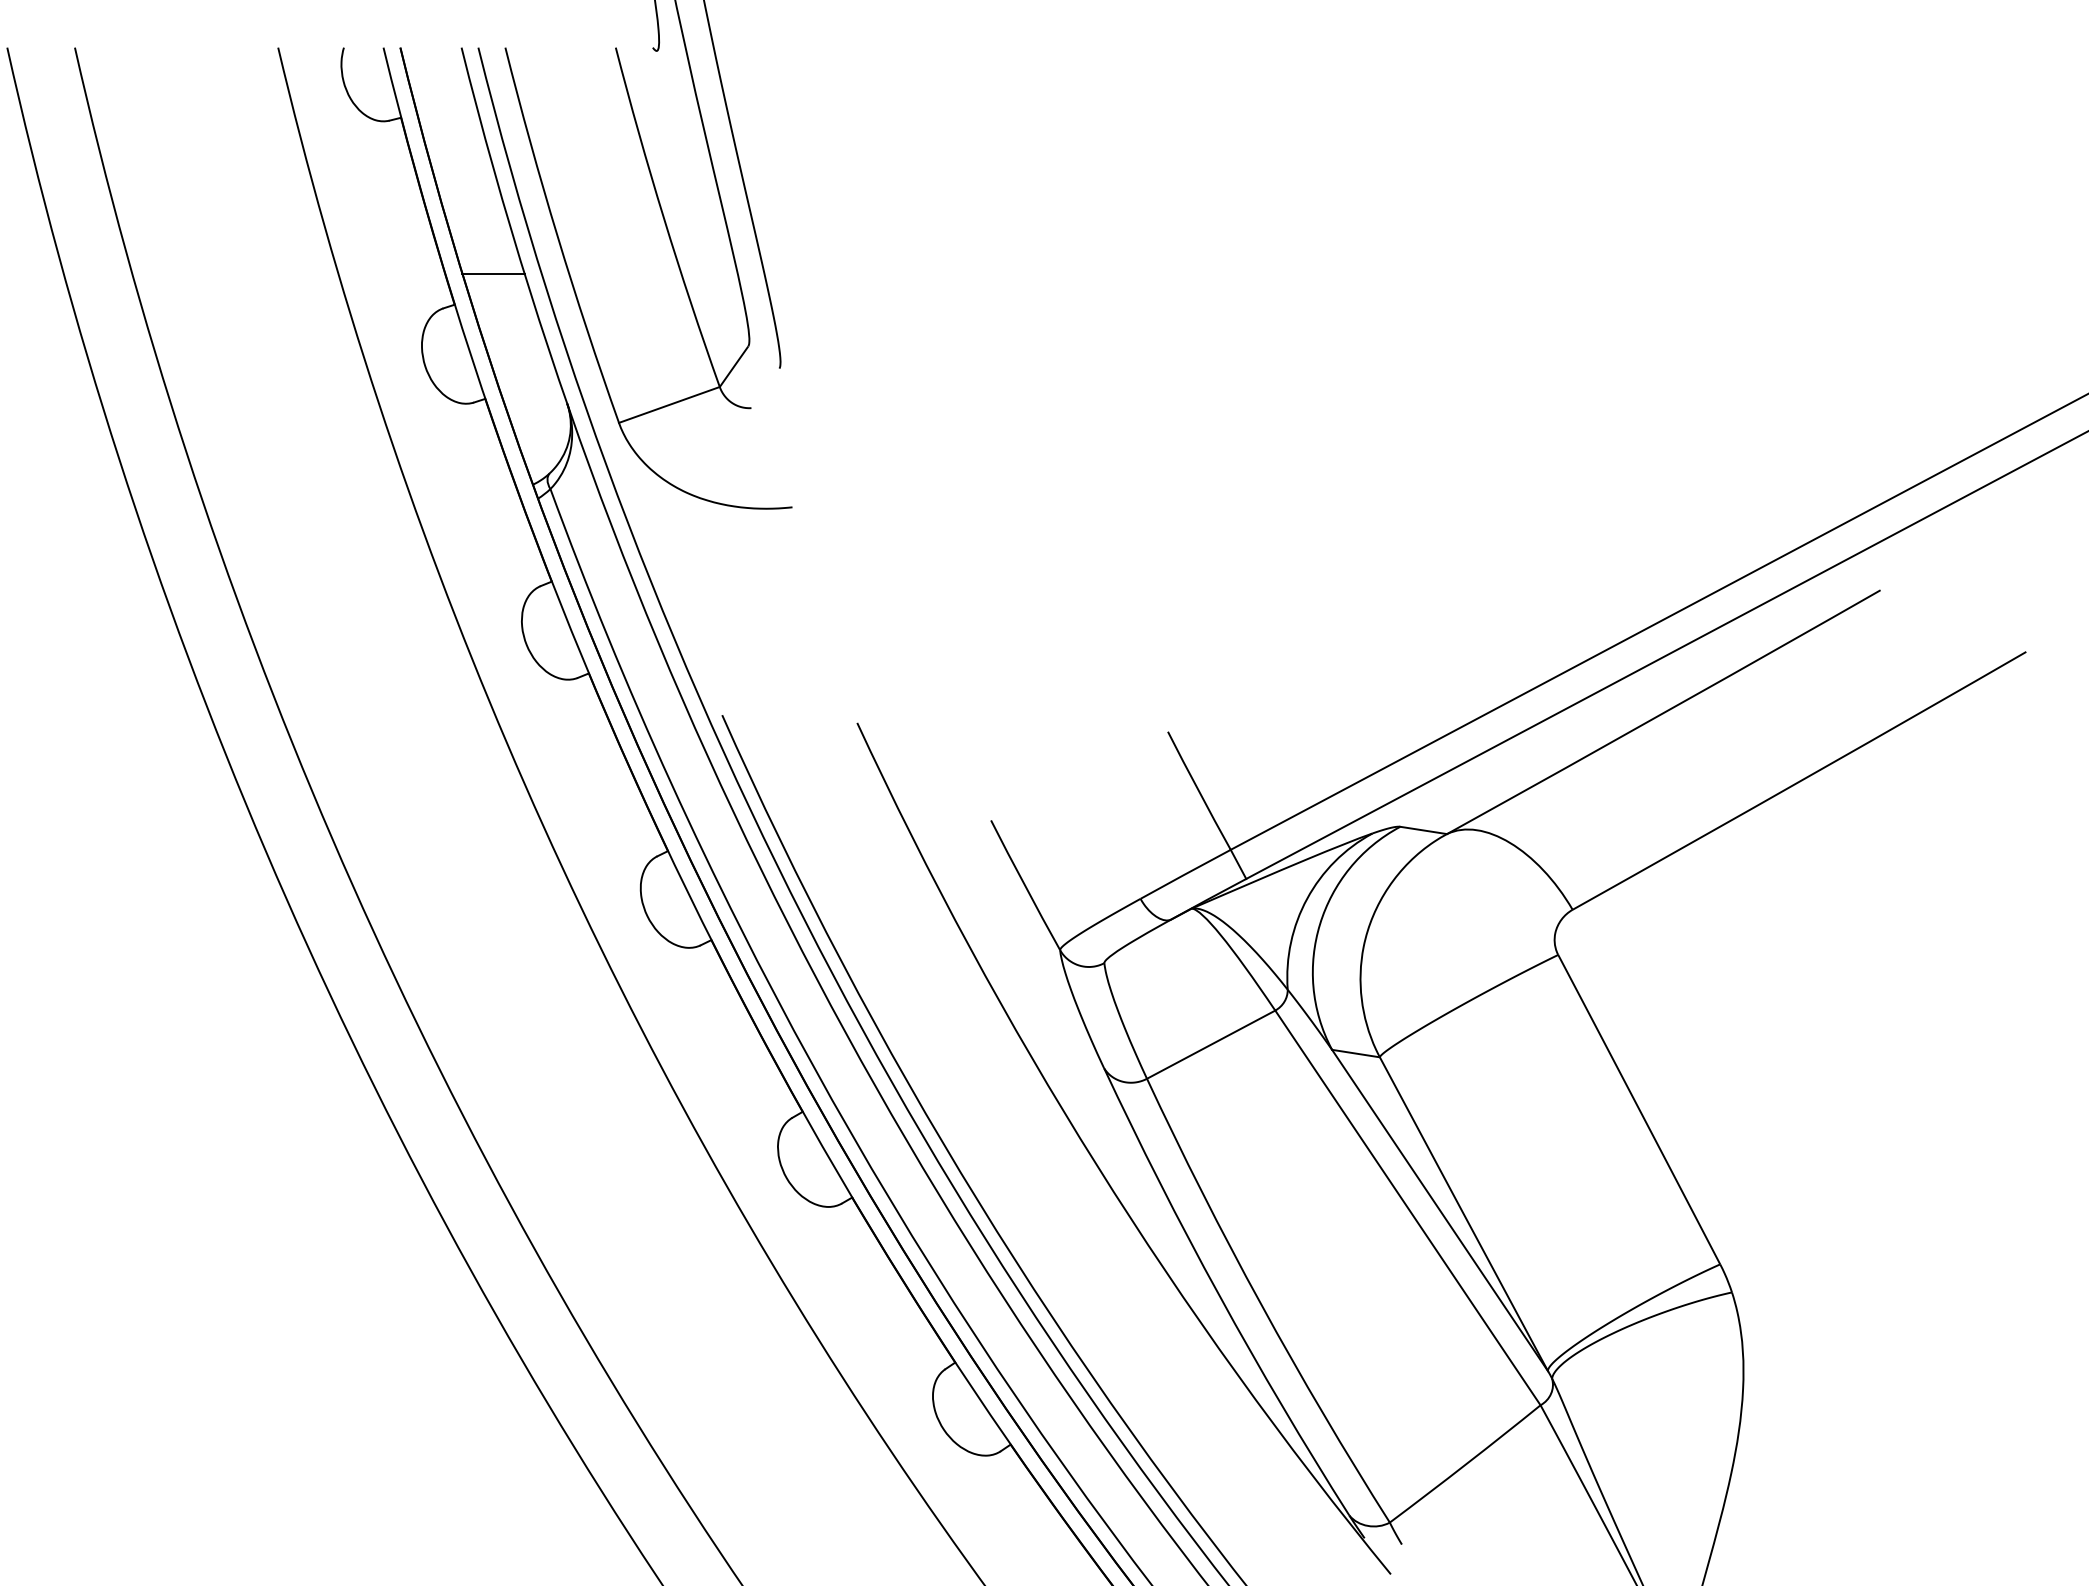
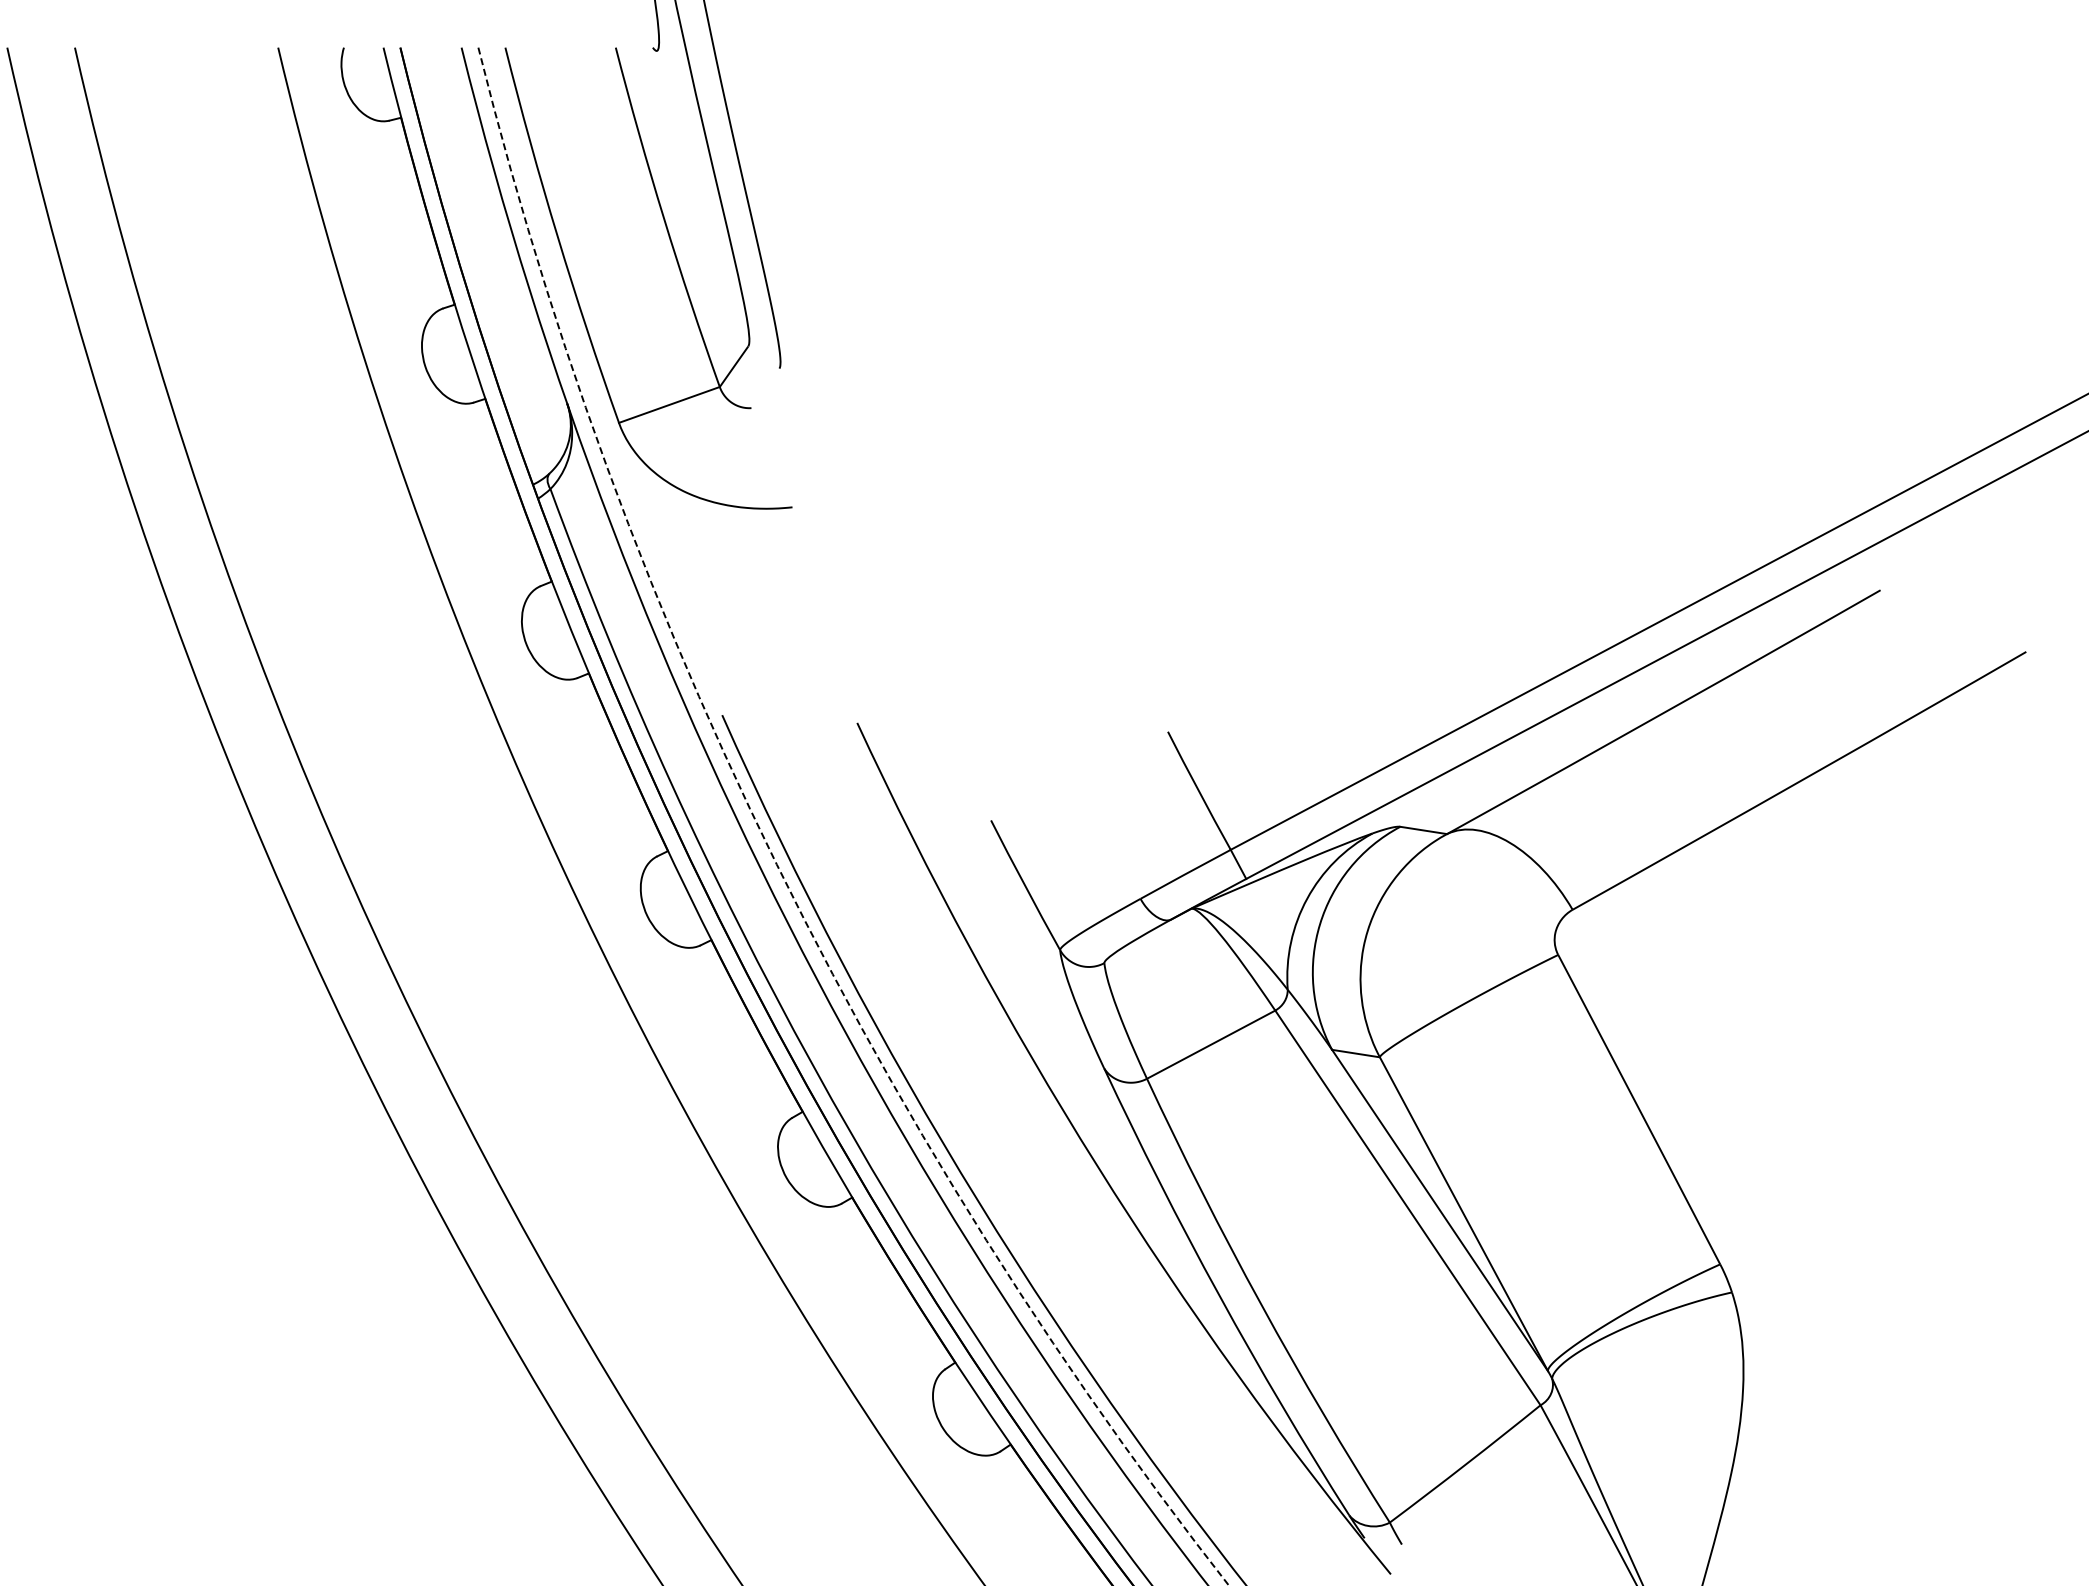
line at (493, 273): present -> none
arc at (773, 858): solid -> dashed
